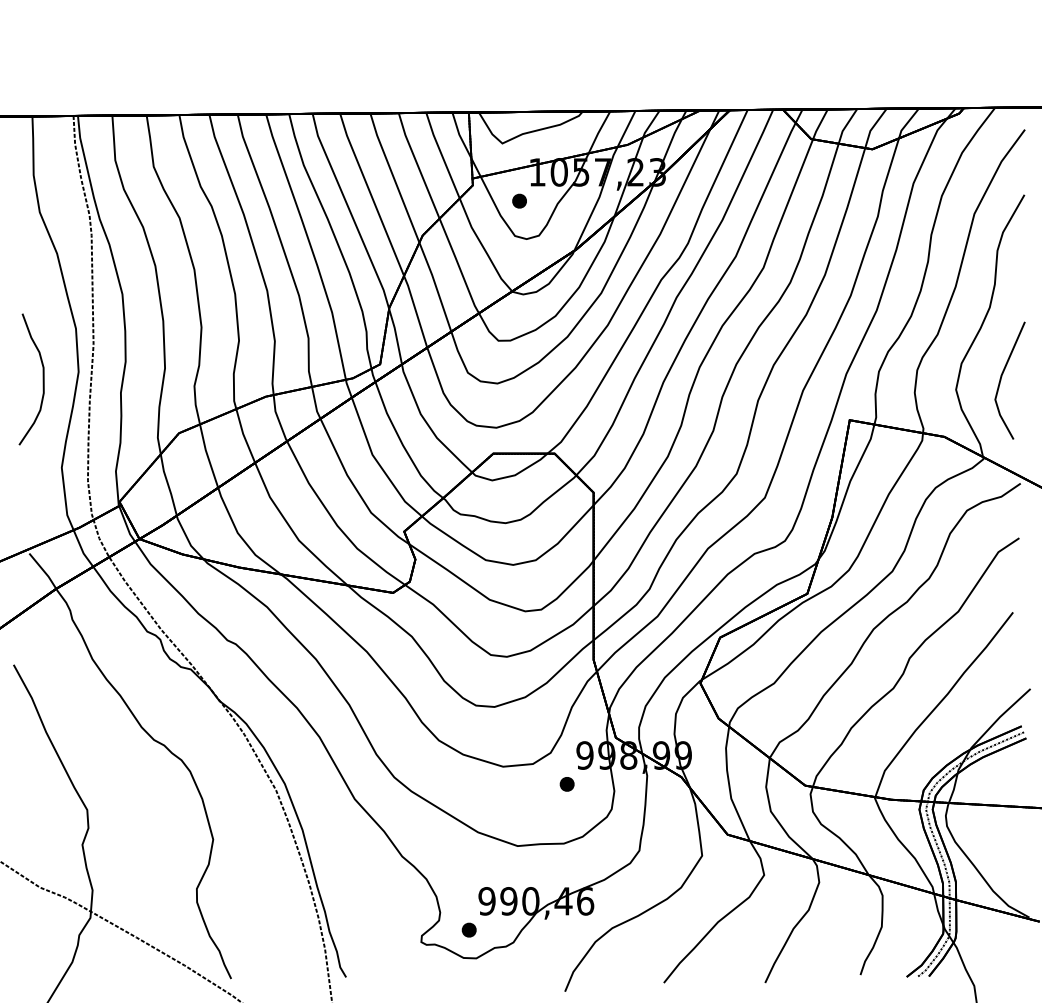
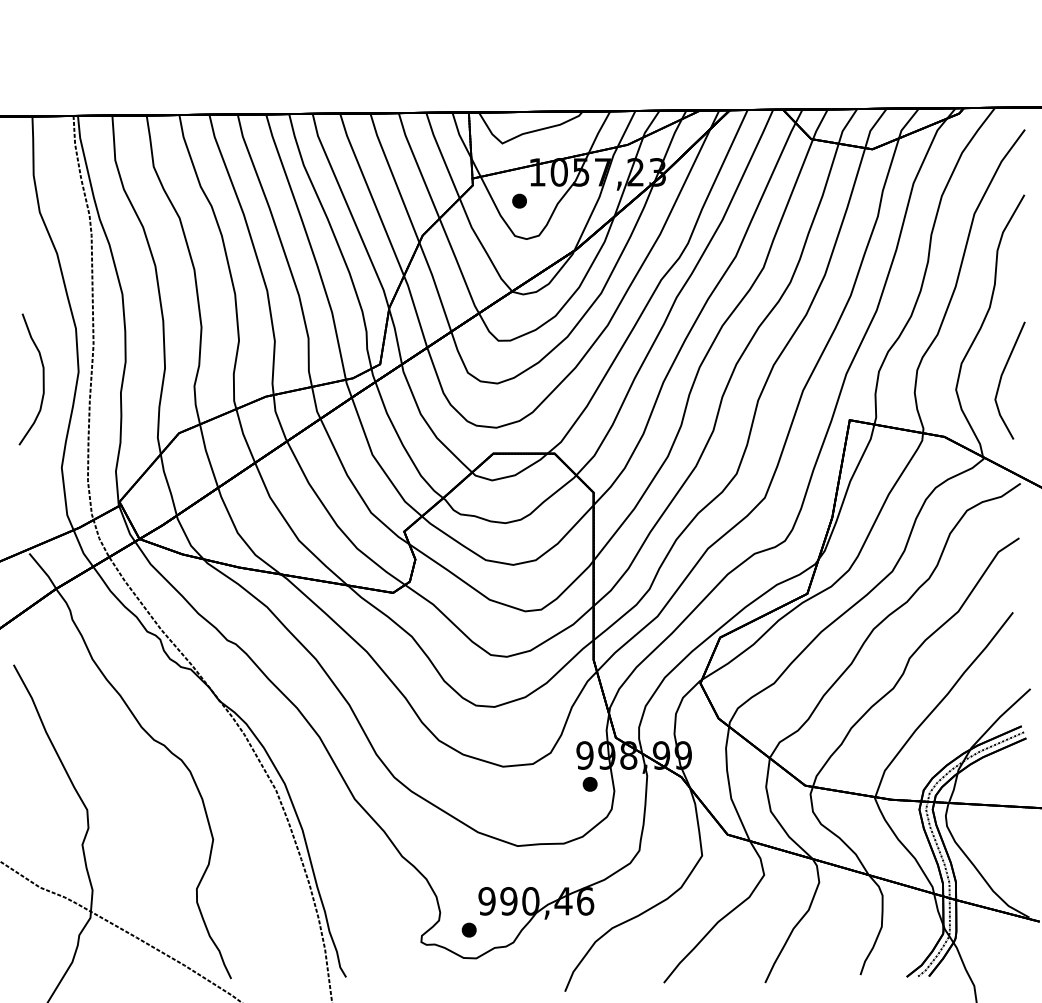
part at (566, 784) position: (566, 784) -> (589, 784)
